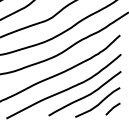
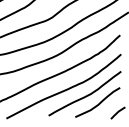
line at (112, 108) position: (112, 108) -> (117, 112)
